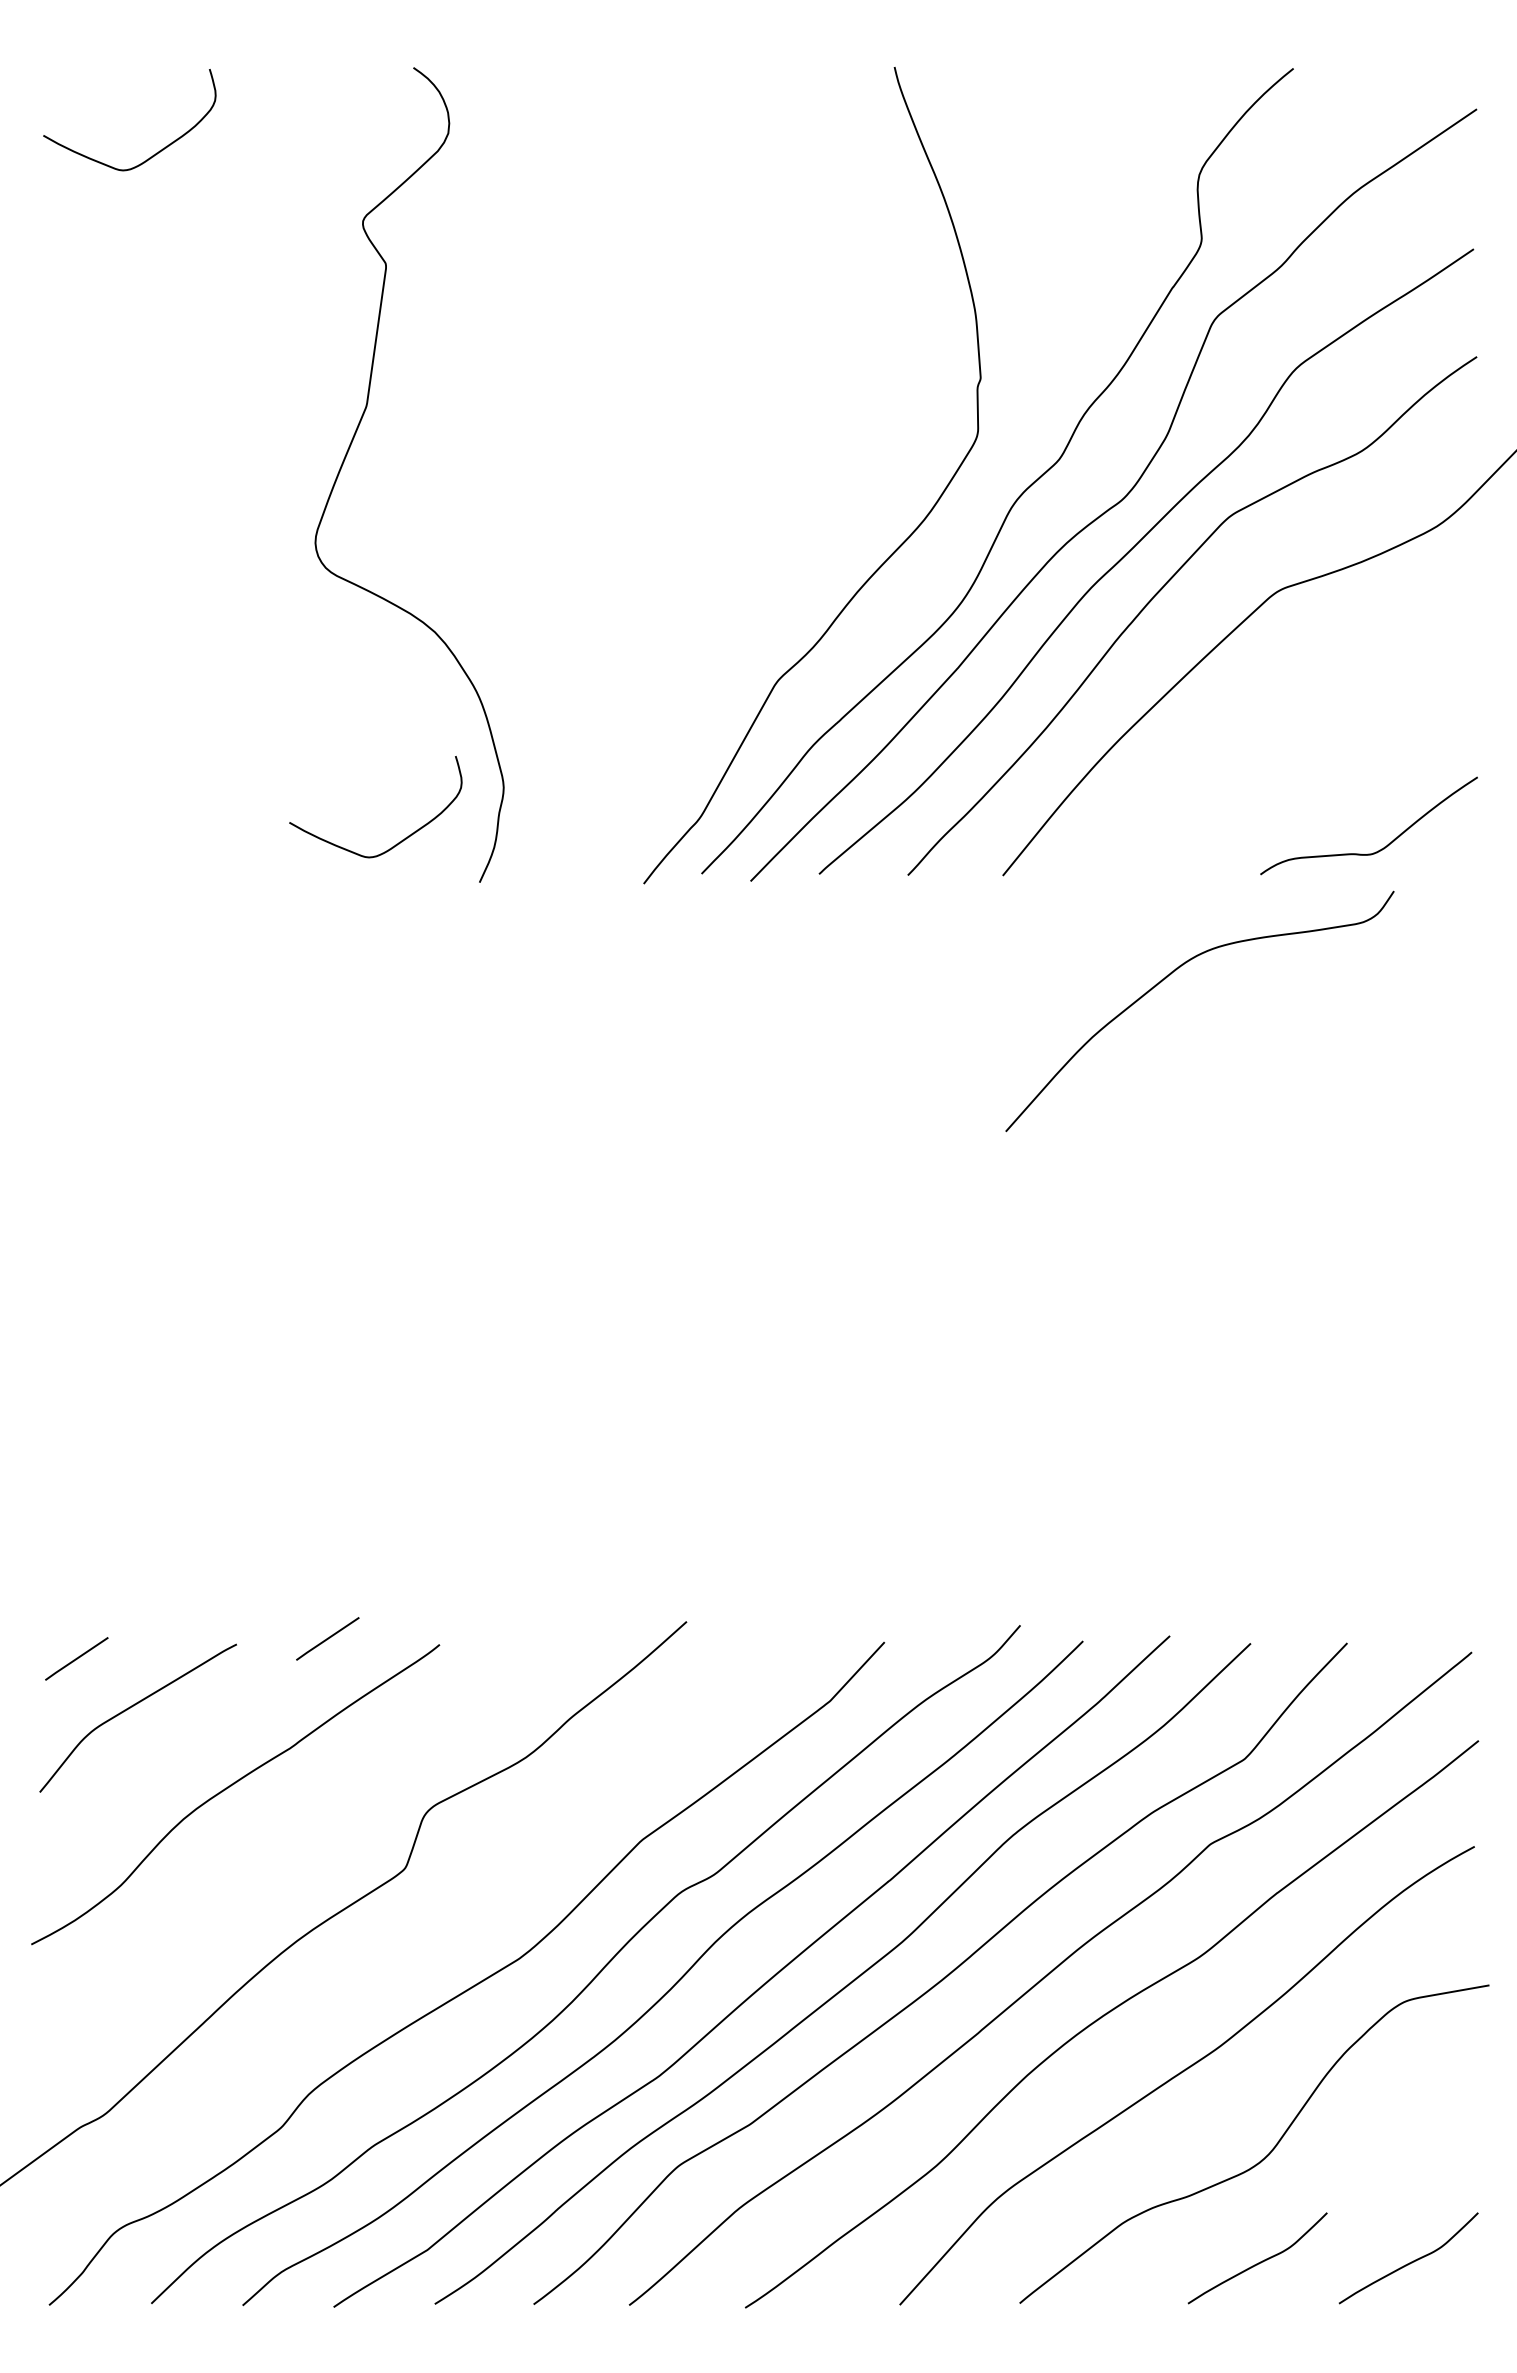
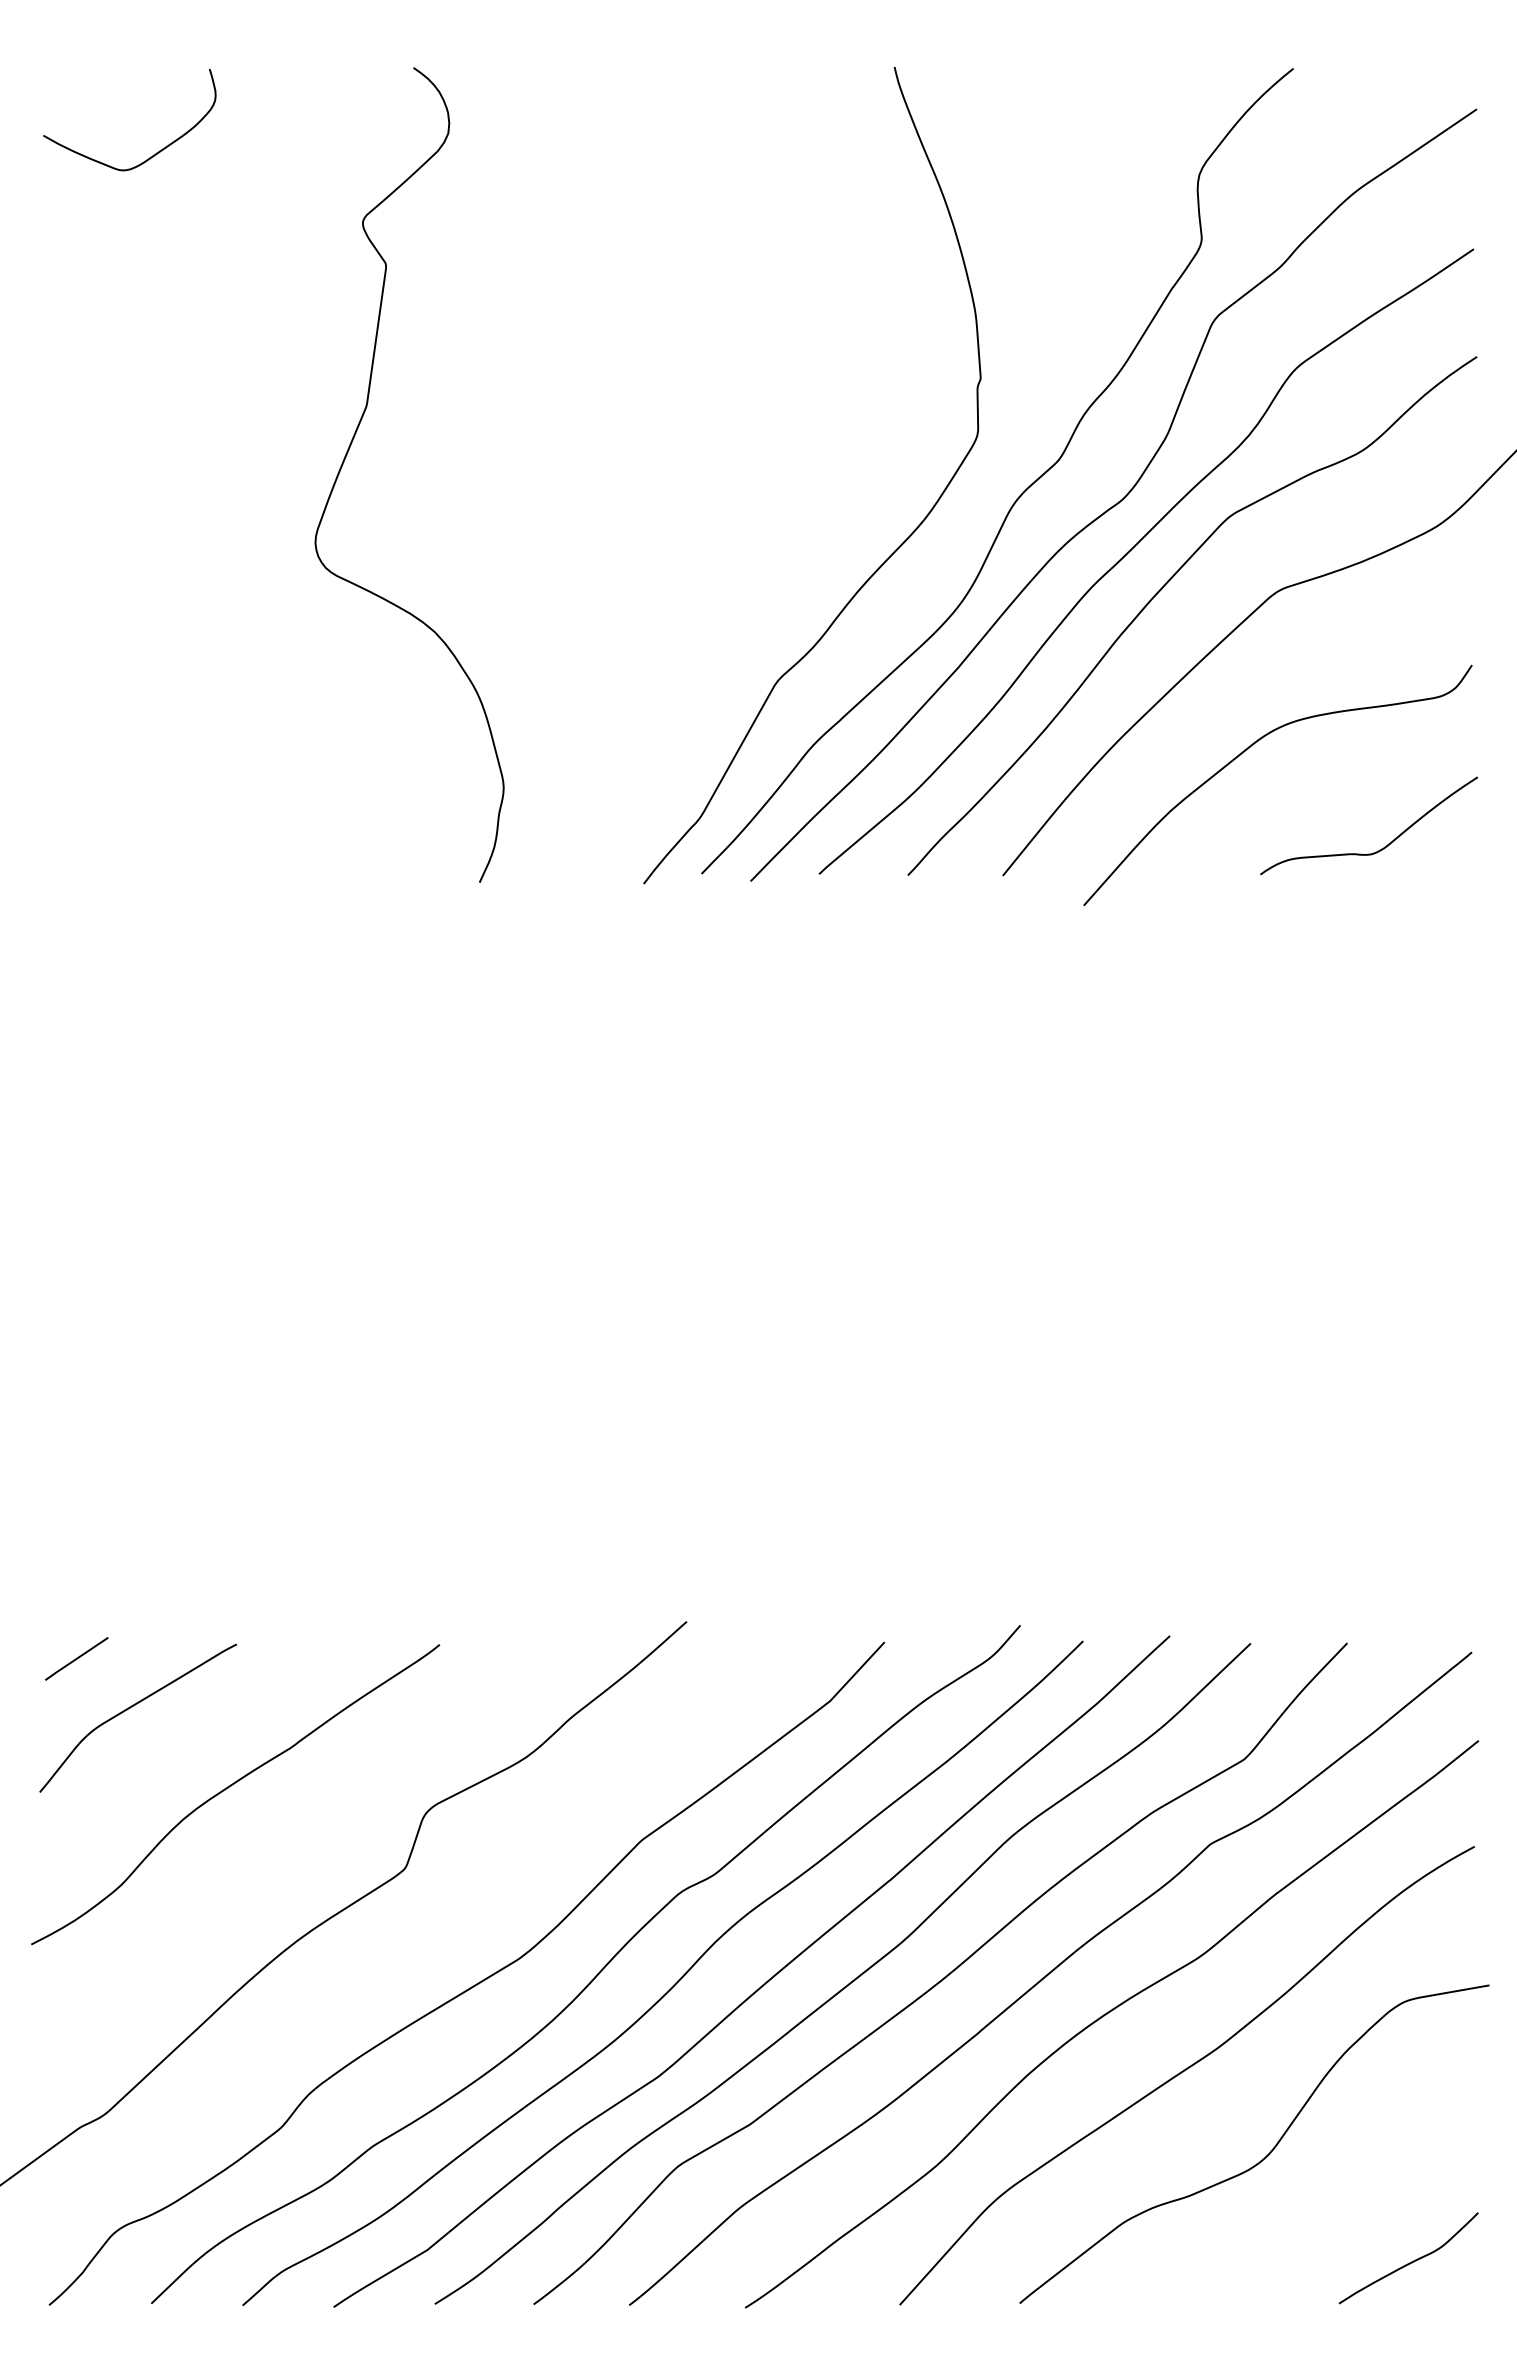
curve at (399, 841): present -> none
curve at (1170, 975) position: (1170, 975) -> (1248, 749)
line at (327, 1638): present -> none
curve at (1258, 2262): present -> none
